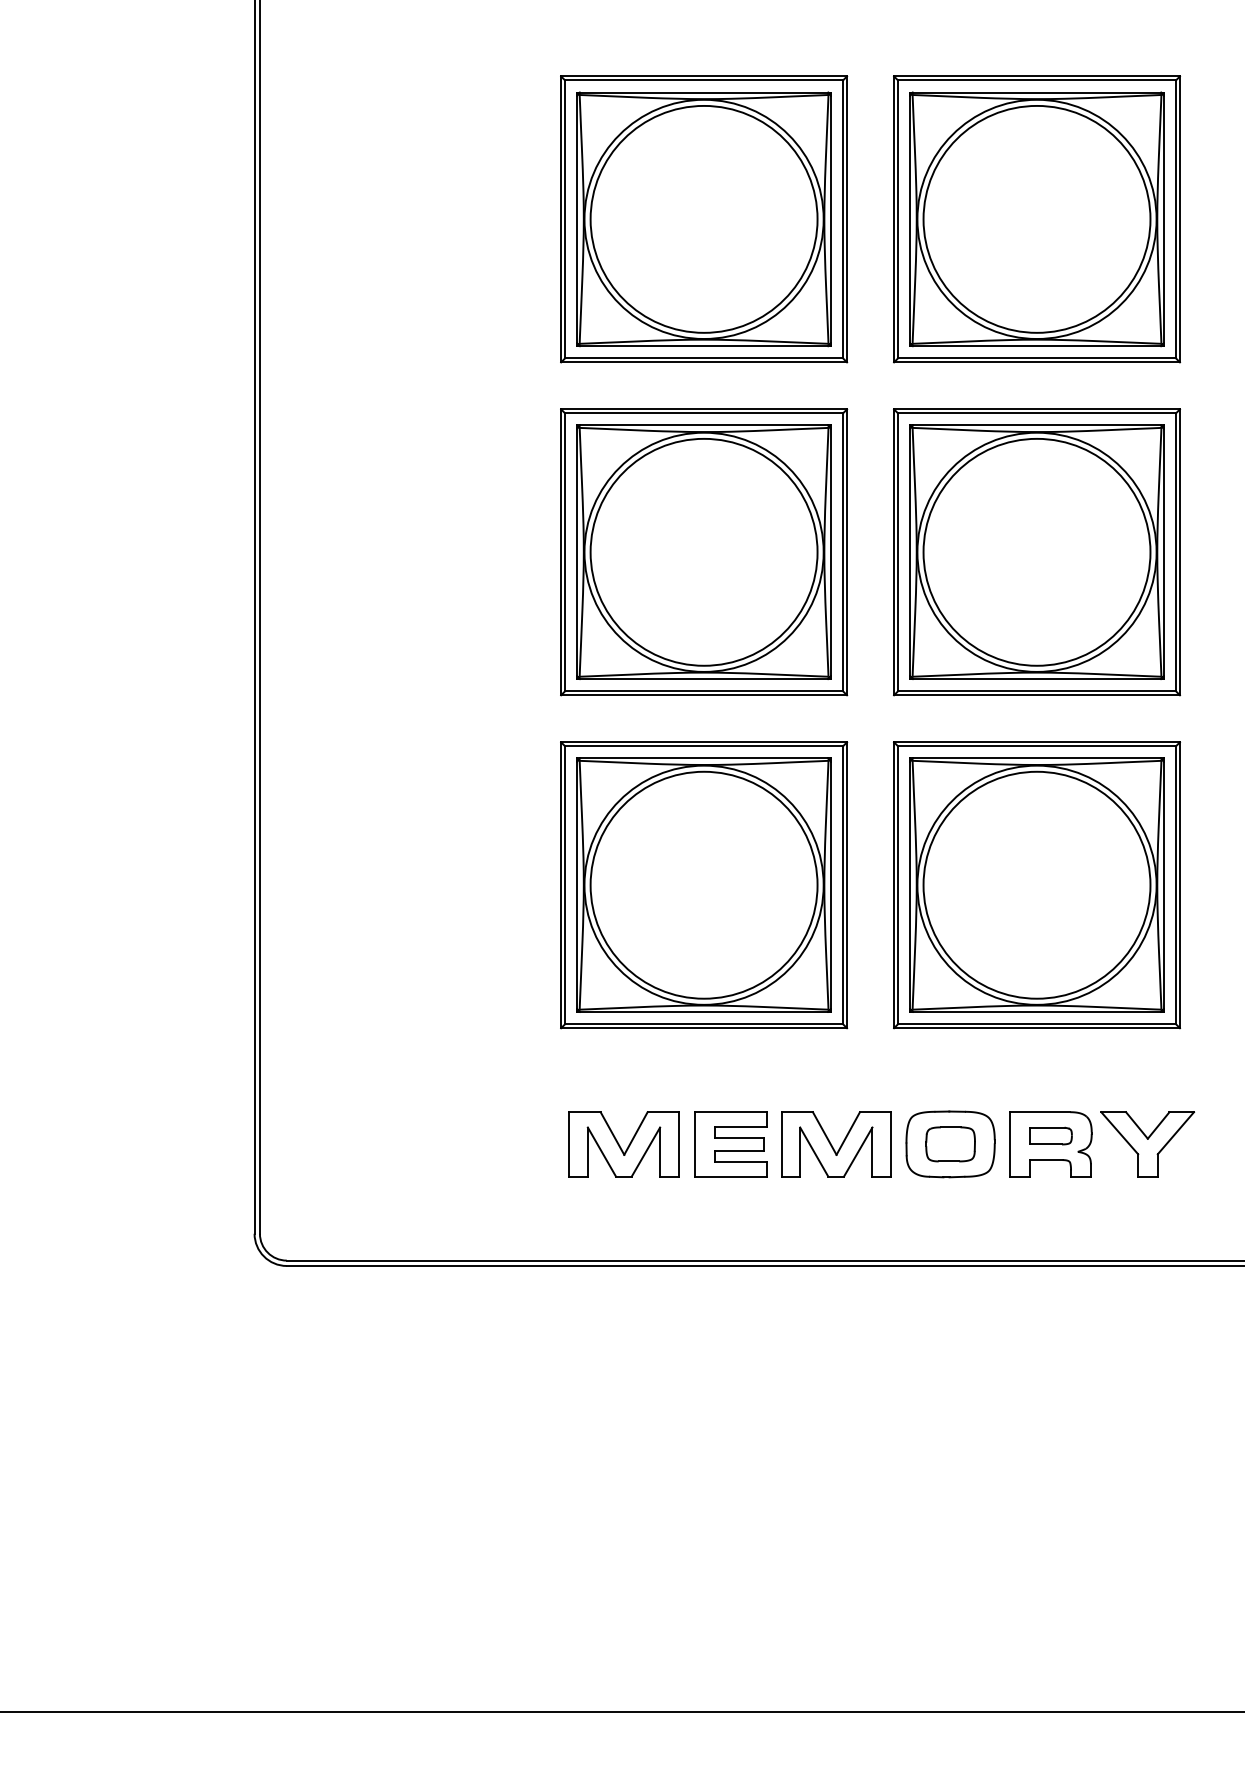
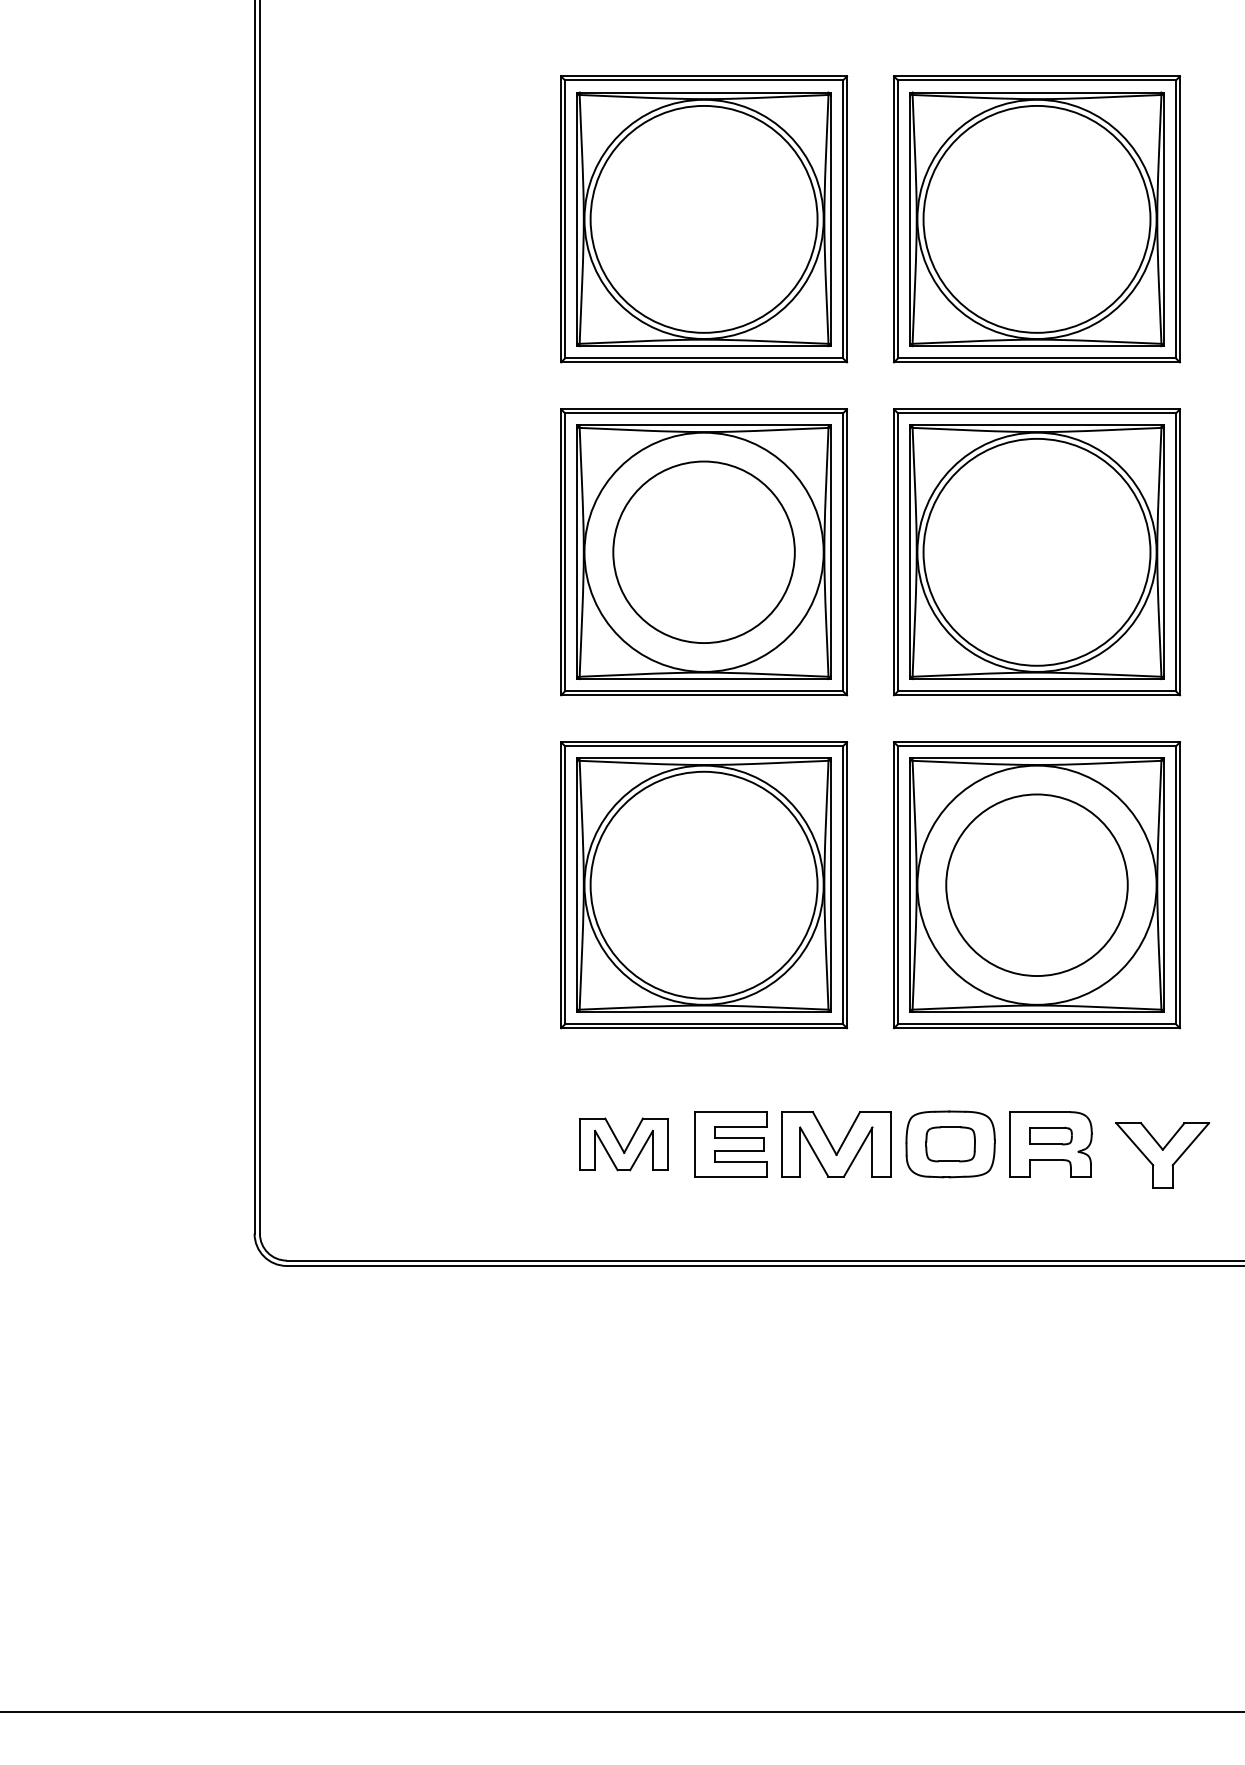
circle at (703, 551) diameter: 227 px -> 182 px
circle at (1036, 884) diameter: 227 px -> 182 px
part at (623, 1144) size: 112x67 px -> 90x55 px
part at (1147, 1144) position: (1147, 1144) -> (1162, 1155)
